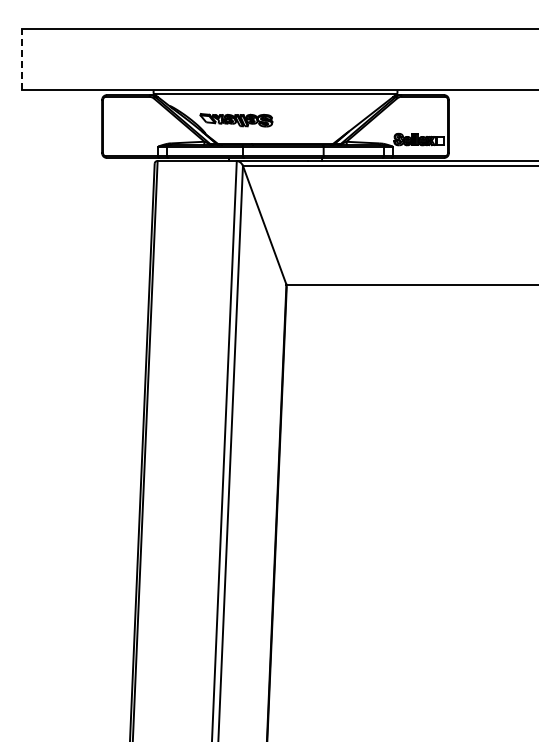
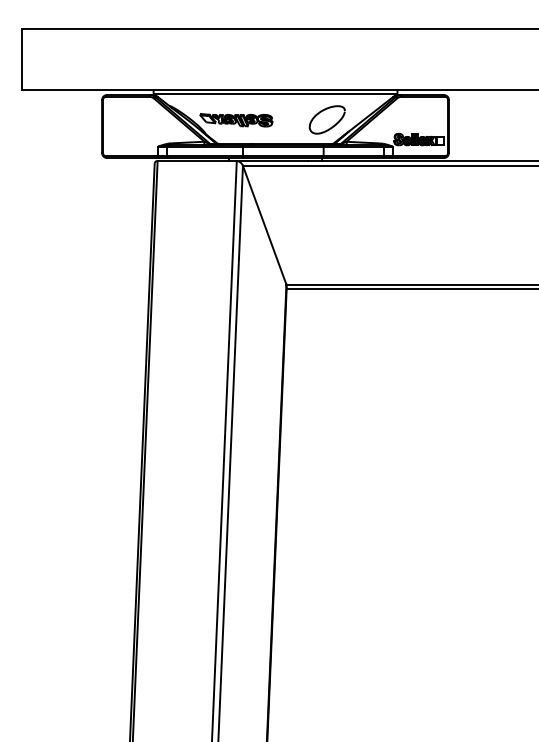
line at (22, 59): dashed -> solid
curve at (320, 113): none -> present
line at (410, 289): none -> present
